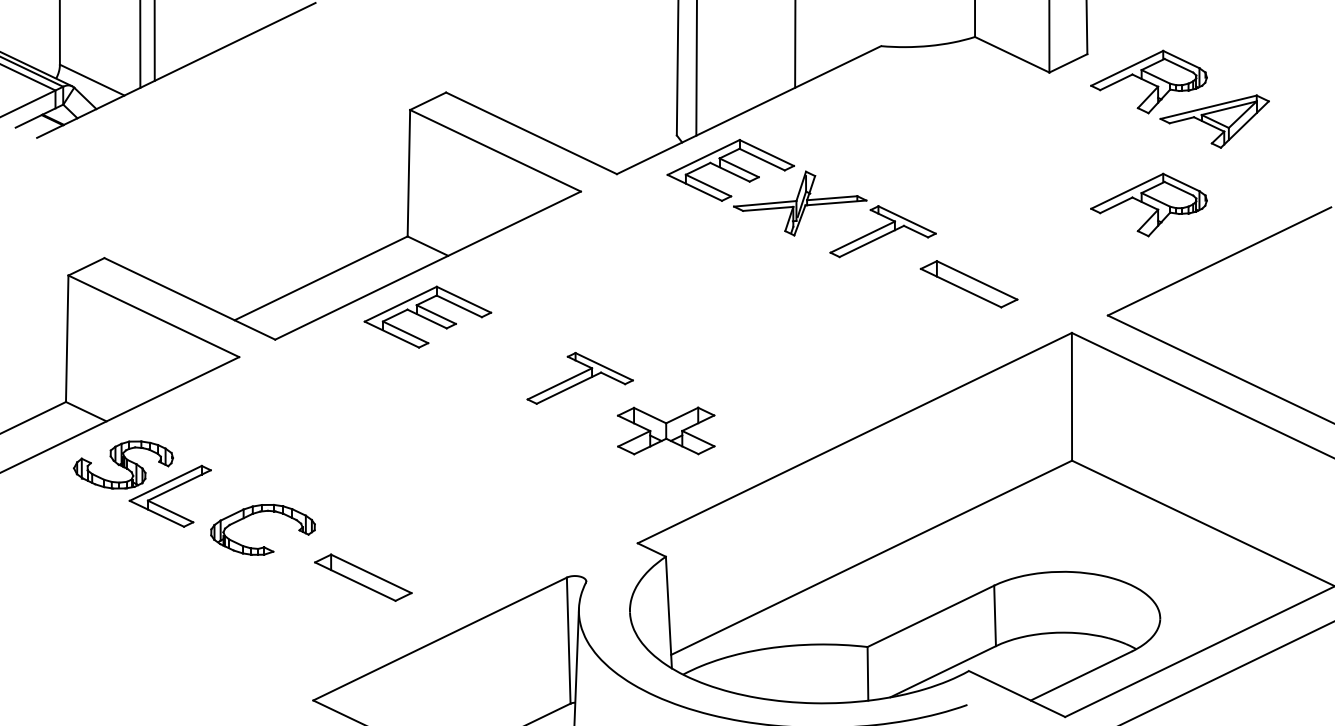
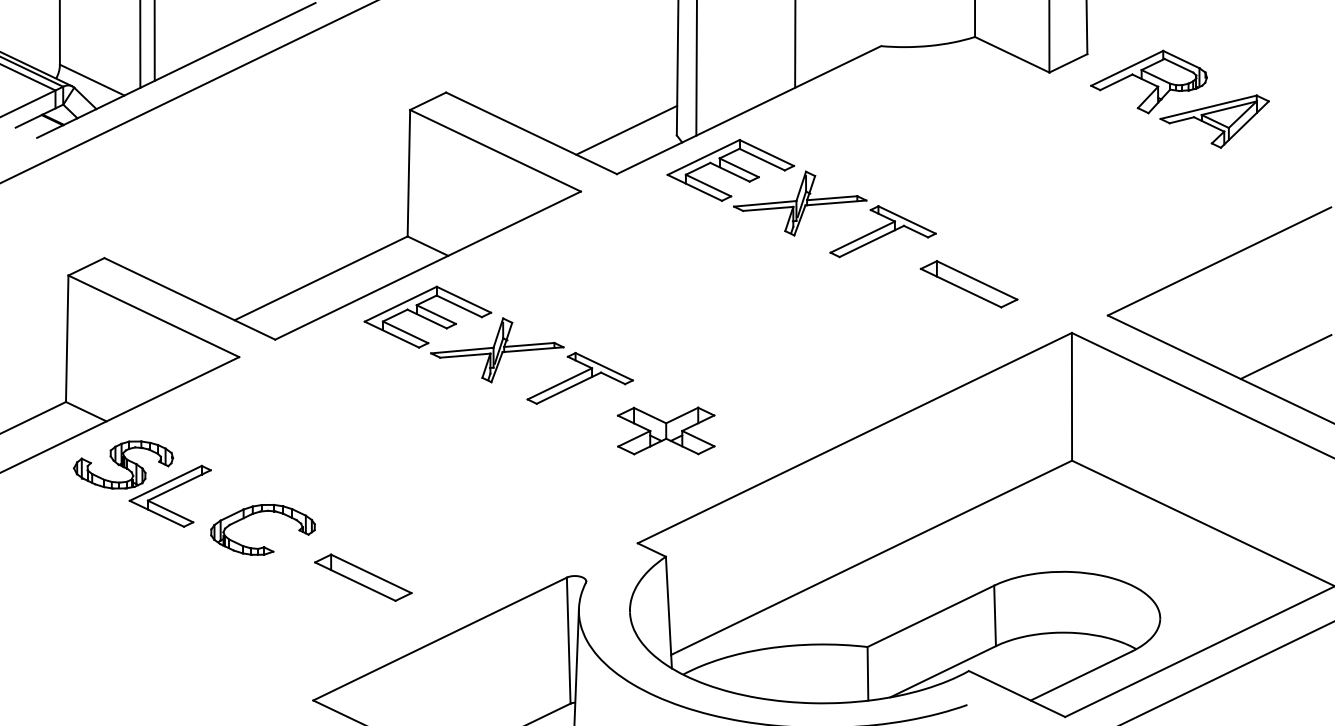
line at (187, 92): none -> present
line at (626, 129): none -> present
part at (1148, 204): present -> none
part at (497, 350): none -> present
line at (1285, 356): none -> present
